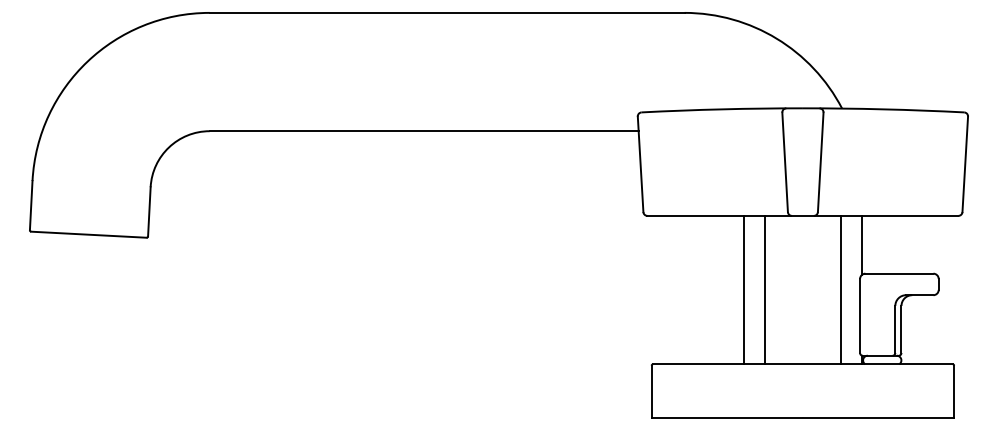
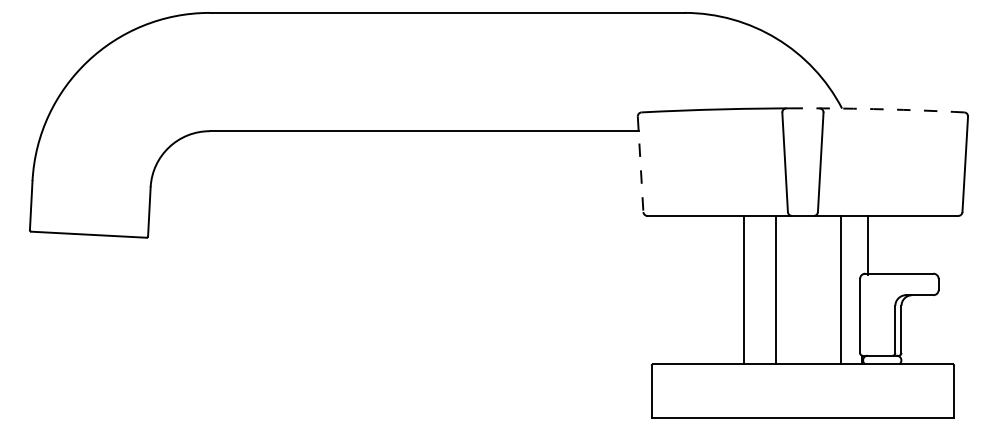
arc at (883, 109): solid -> dashed
line at (640, 164): solid -> dashed
line at (862, 244) position: (862, 244) -> (868, 244)
line at (765, 289) position: (765, 289) -> (776, 289)
